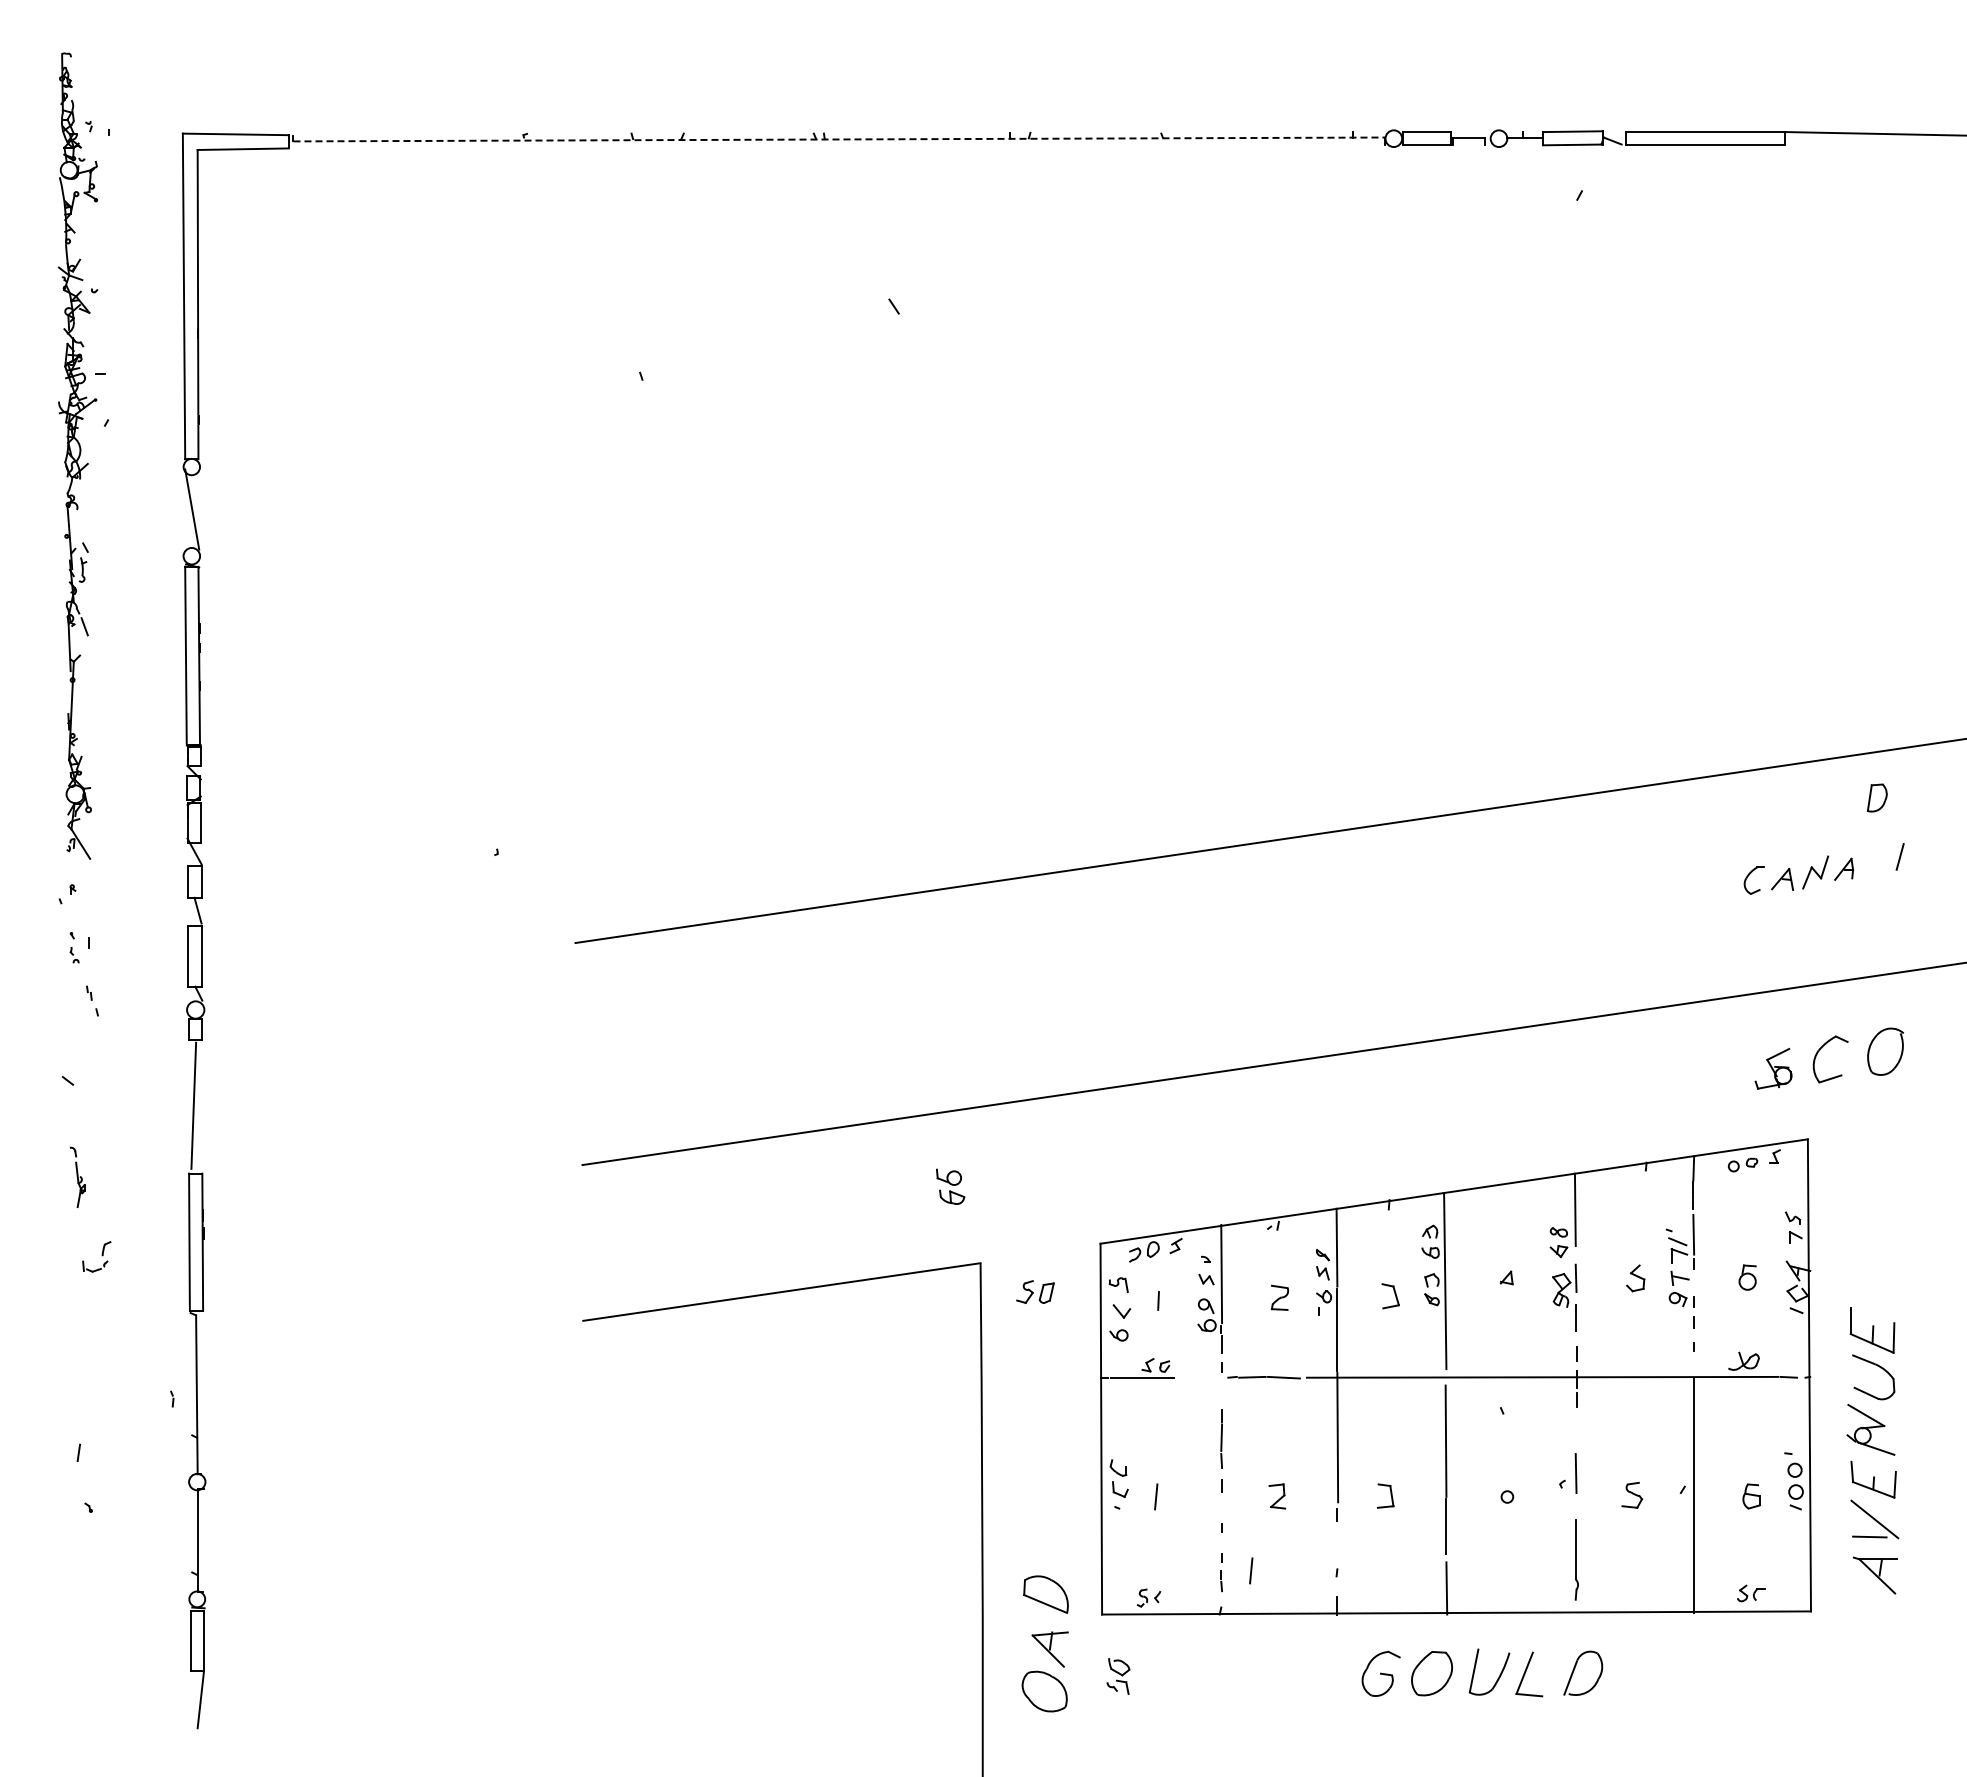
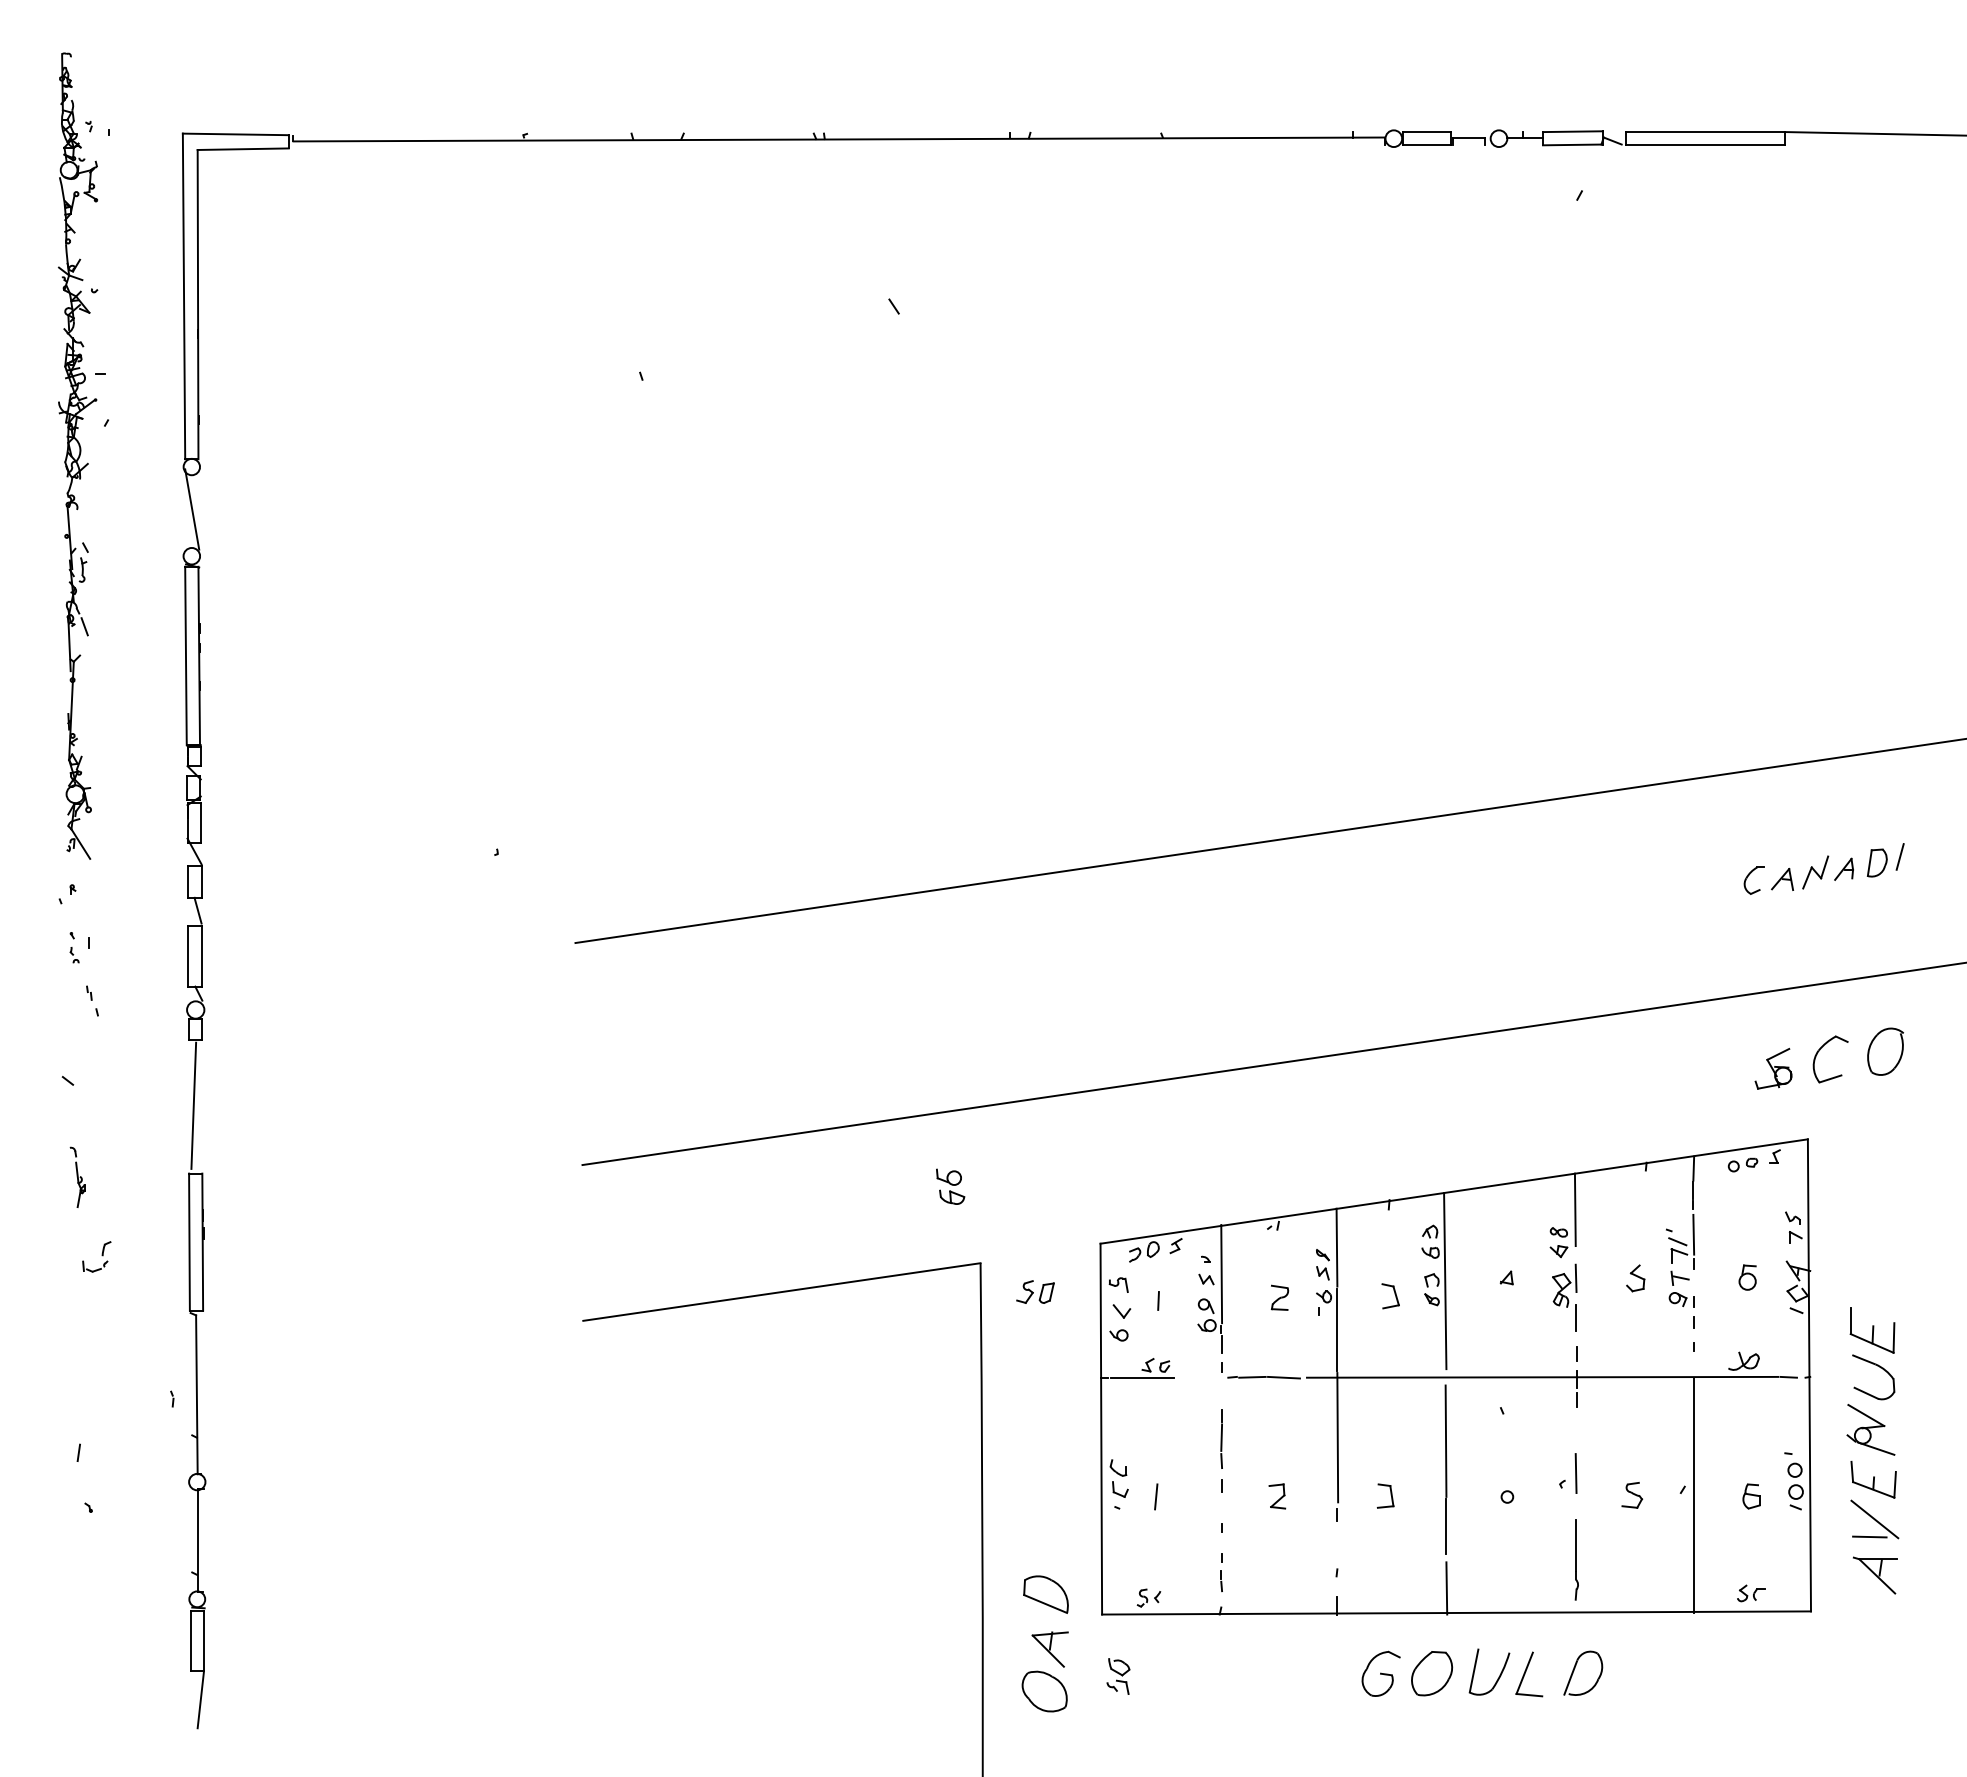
line at (839, 139): dashed -> solid
part at (1876, 797) position: (1876, 797) -> (1876, 862)
line at (1251, 1570): present -> none
